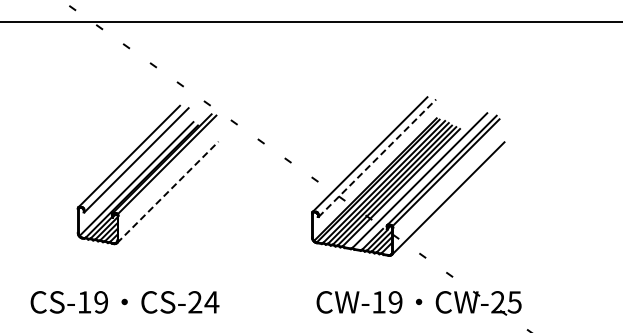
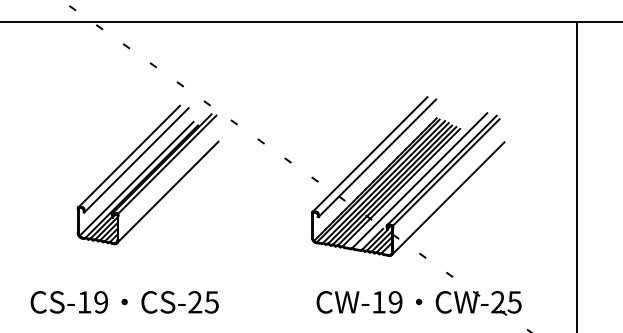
line at (377, 157): dashed -> solid
line at (576, 175): none -> present
line at (167, 192): dashed -> solid
text at (211, 302): CS-24 -> CS-25
